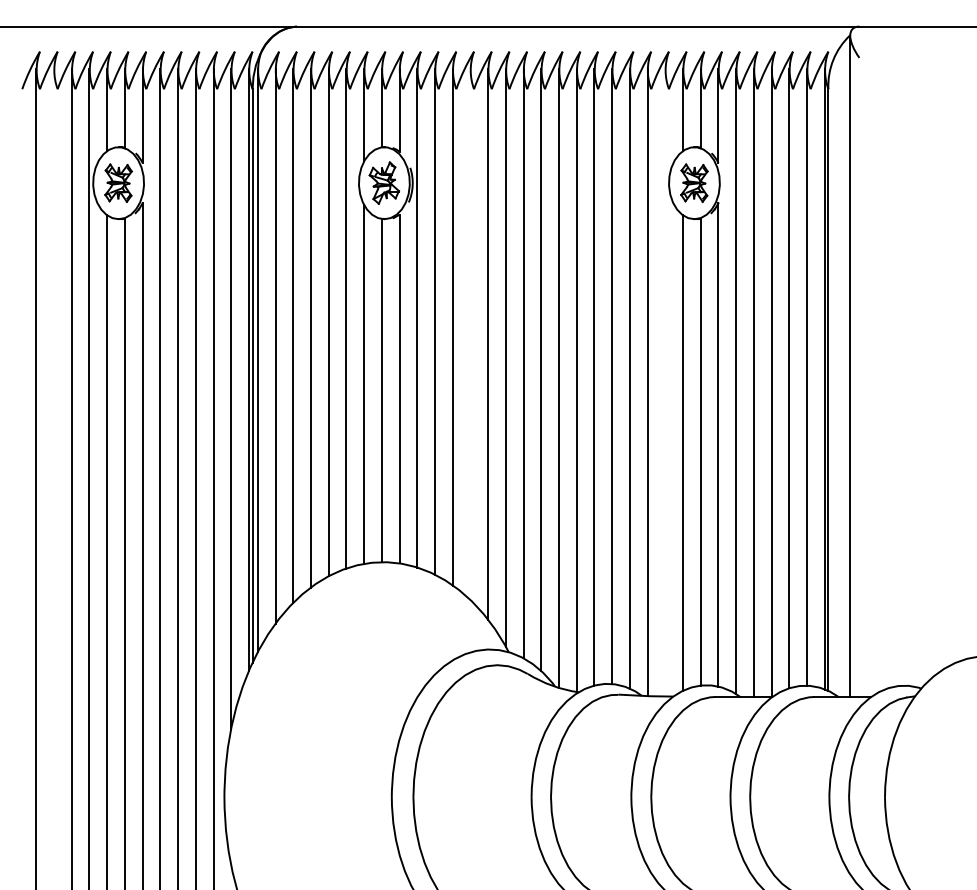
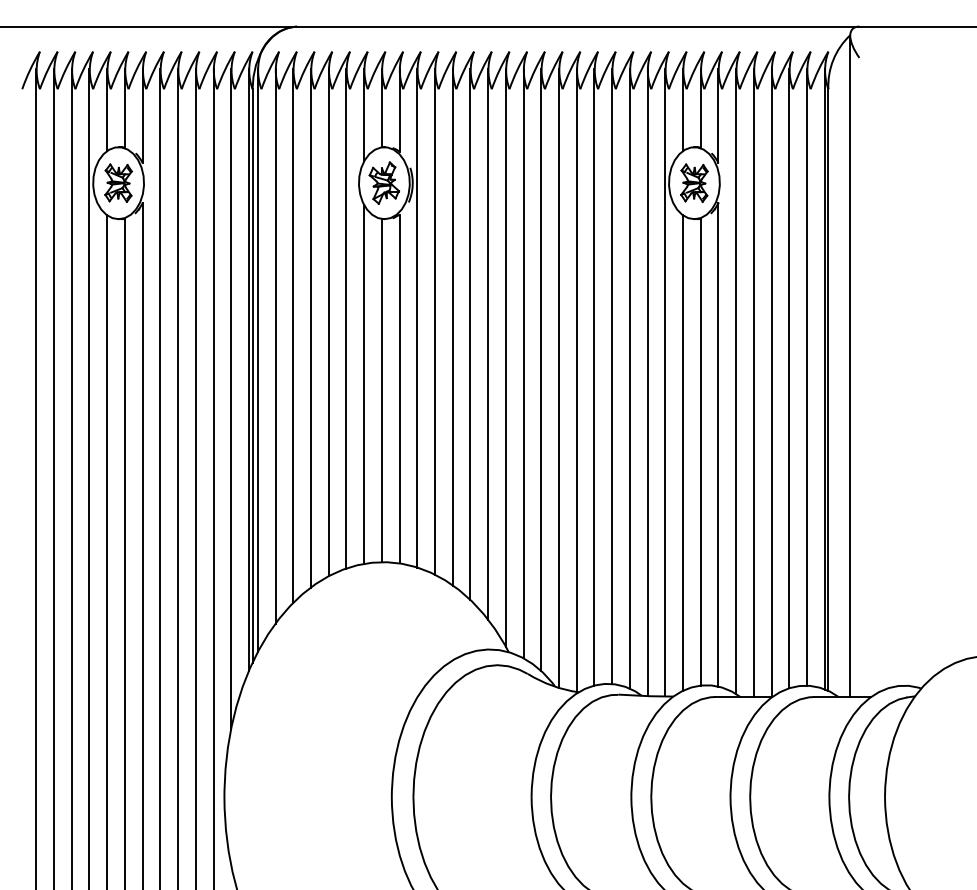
line at (470, 334): none -> present
line at (665, 382): none -> present
line at (54, 477): none -> present
